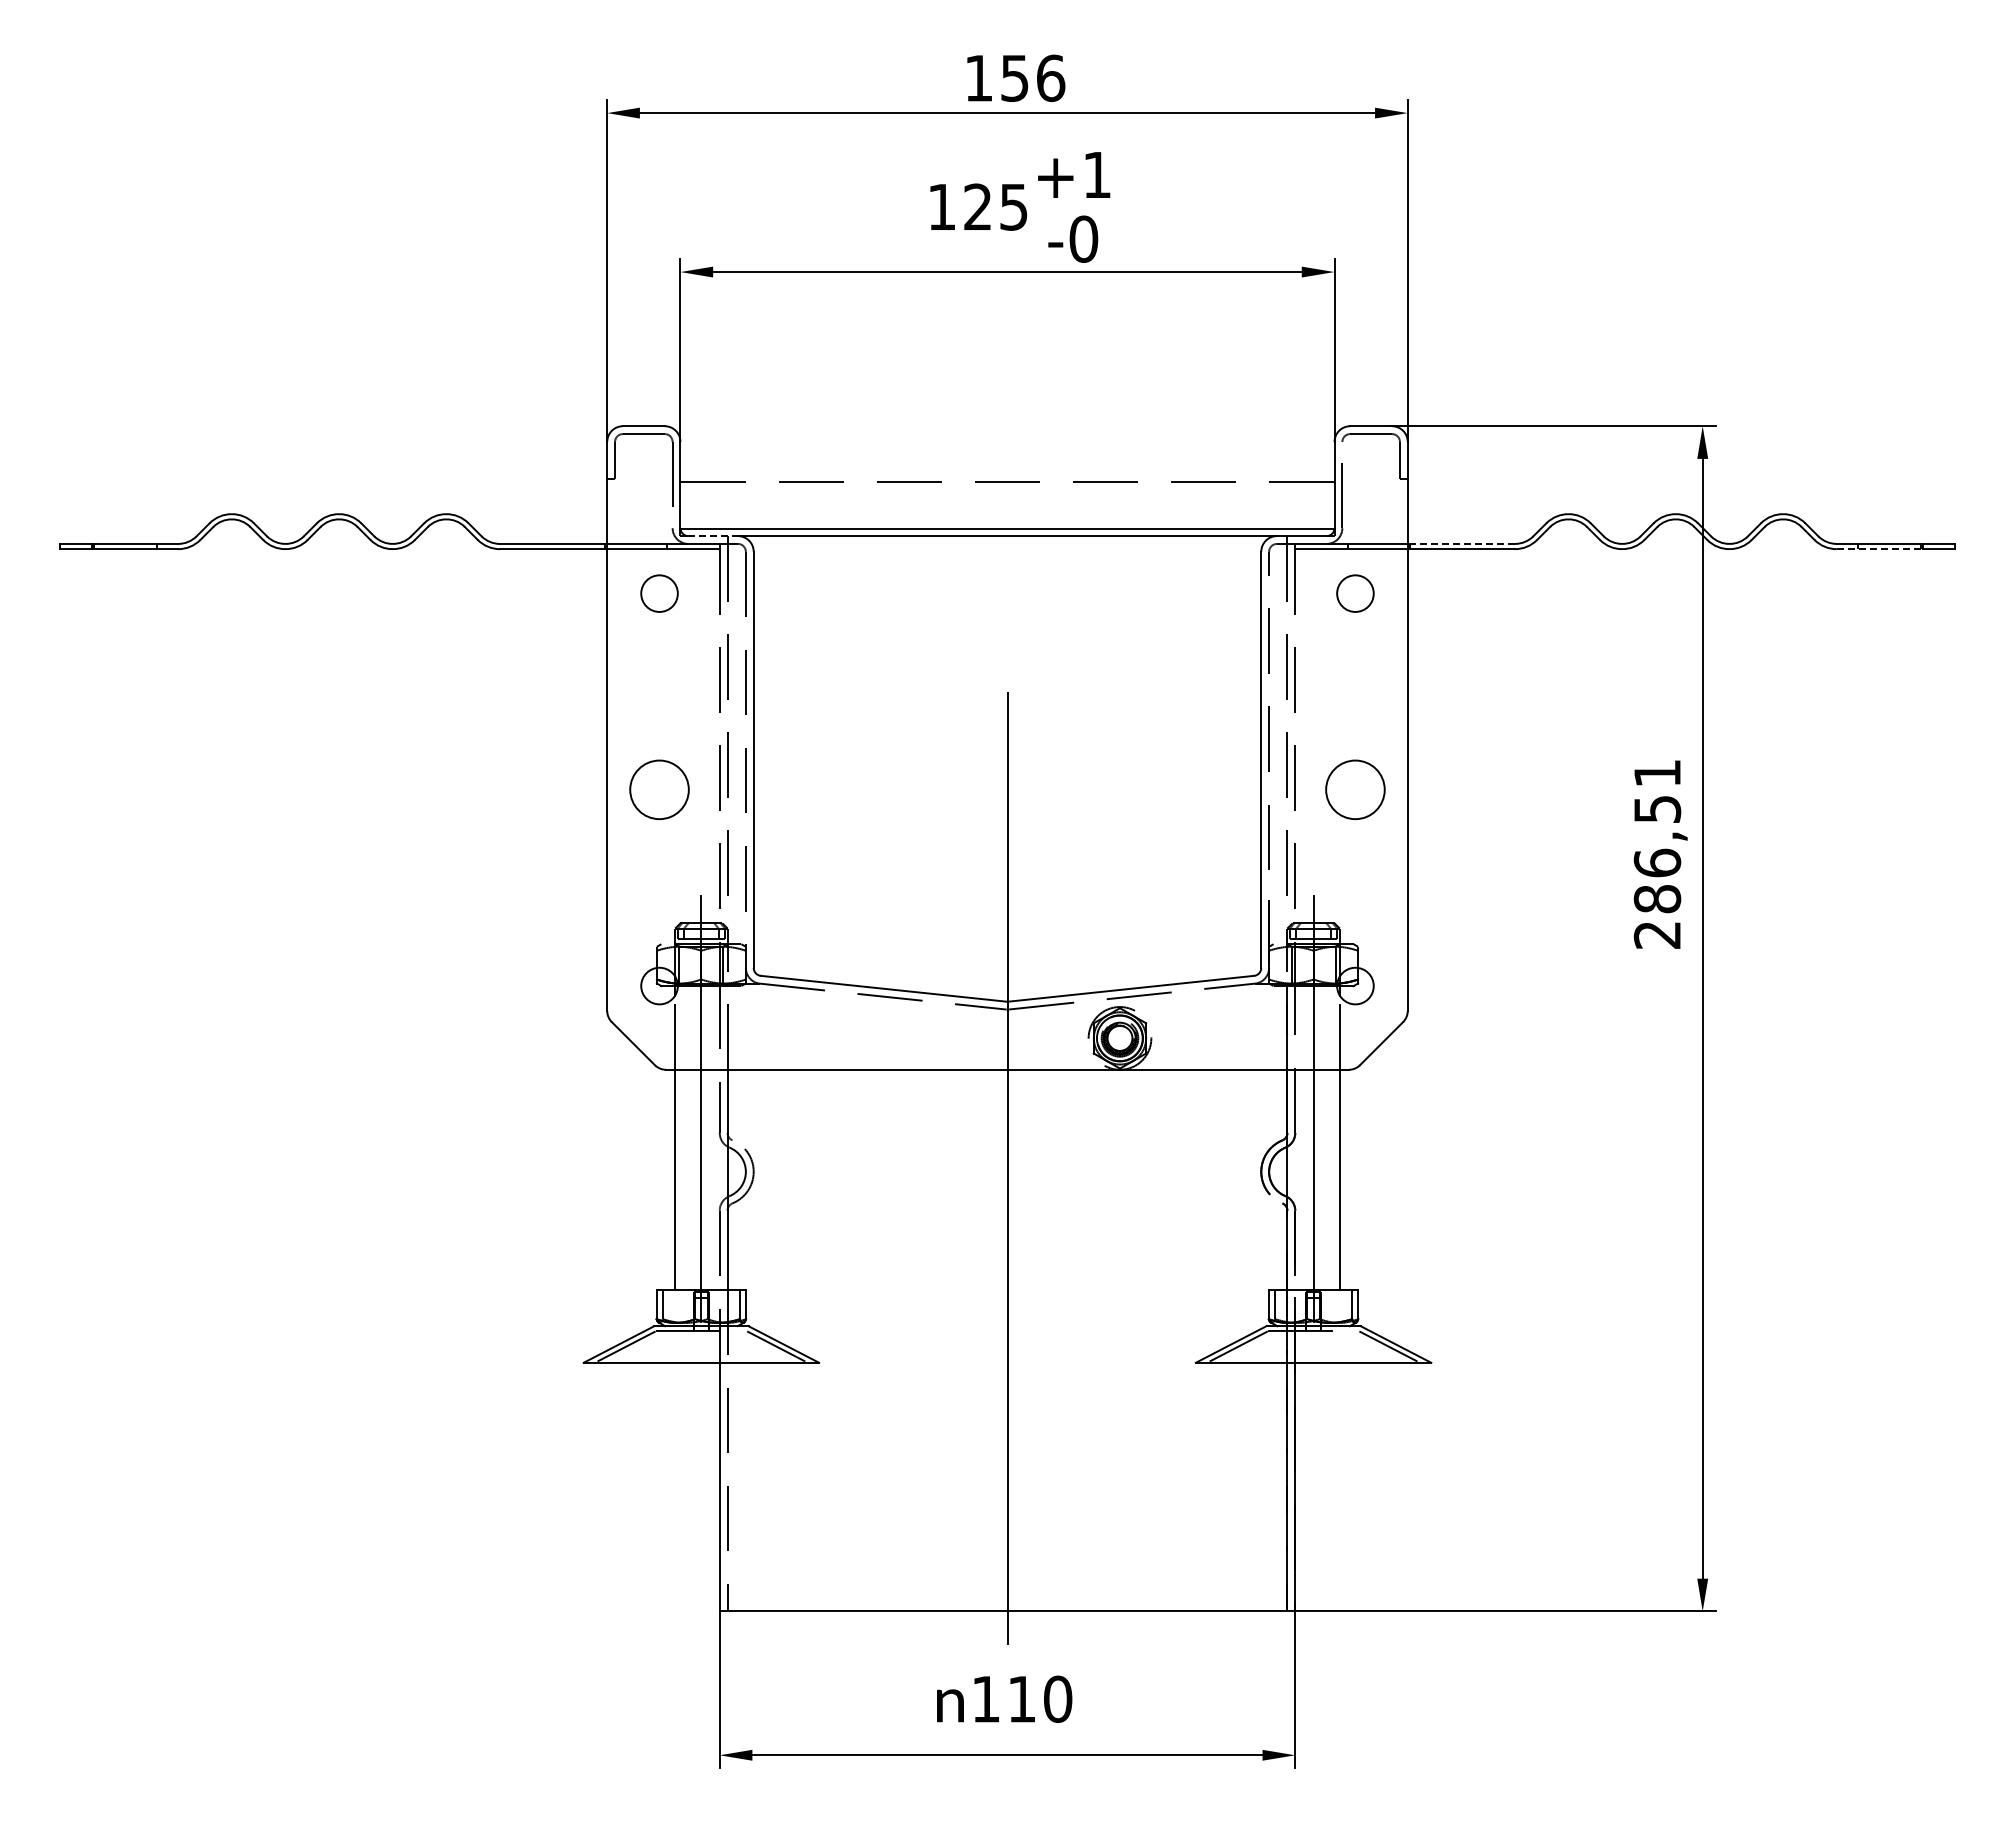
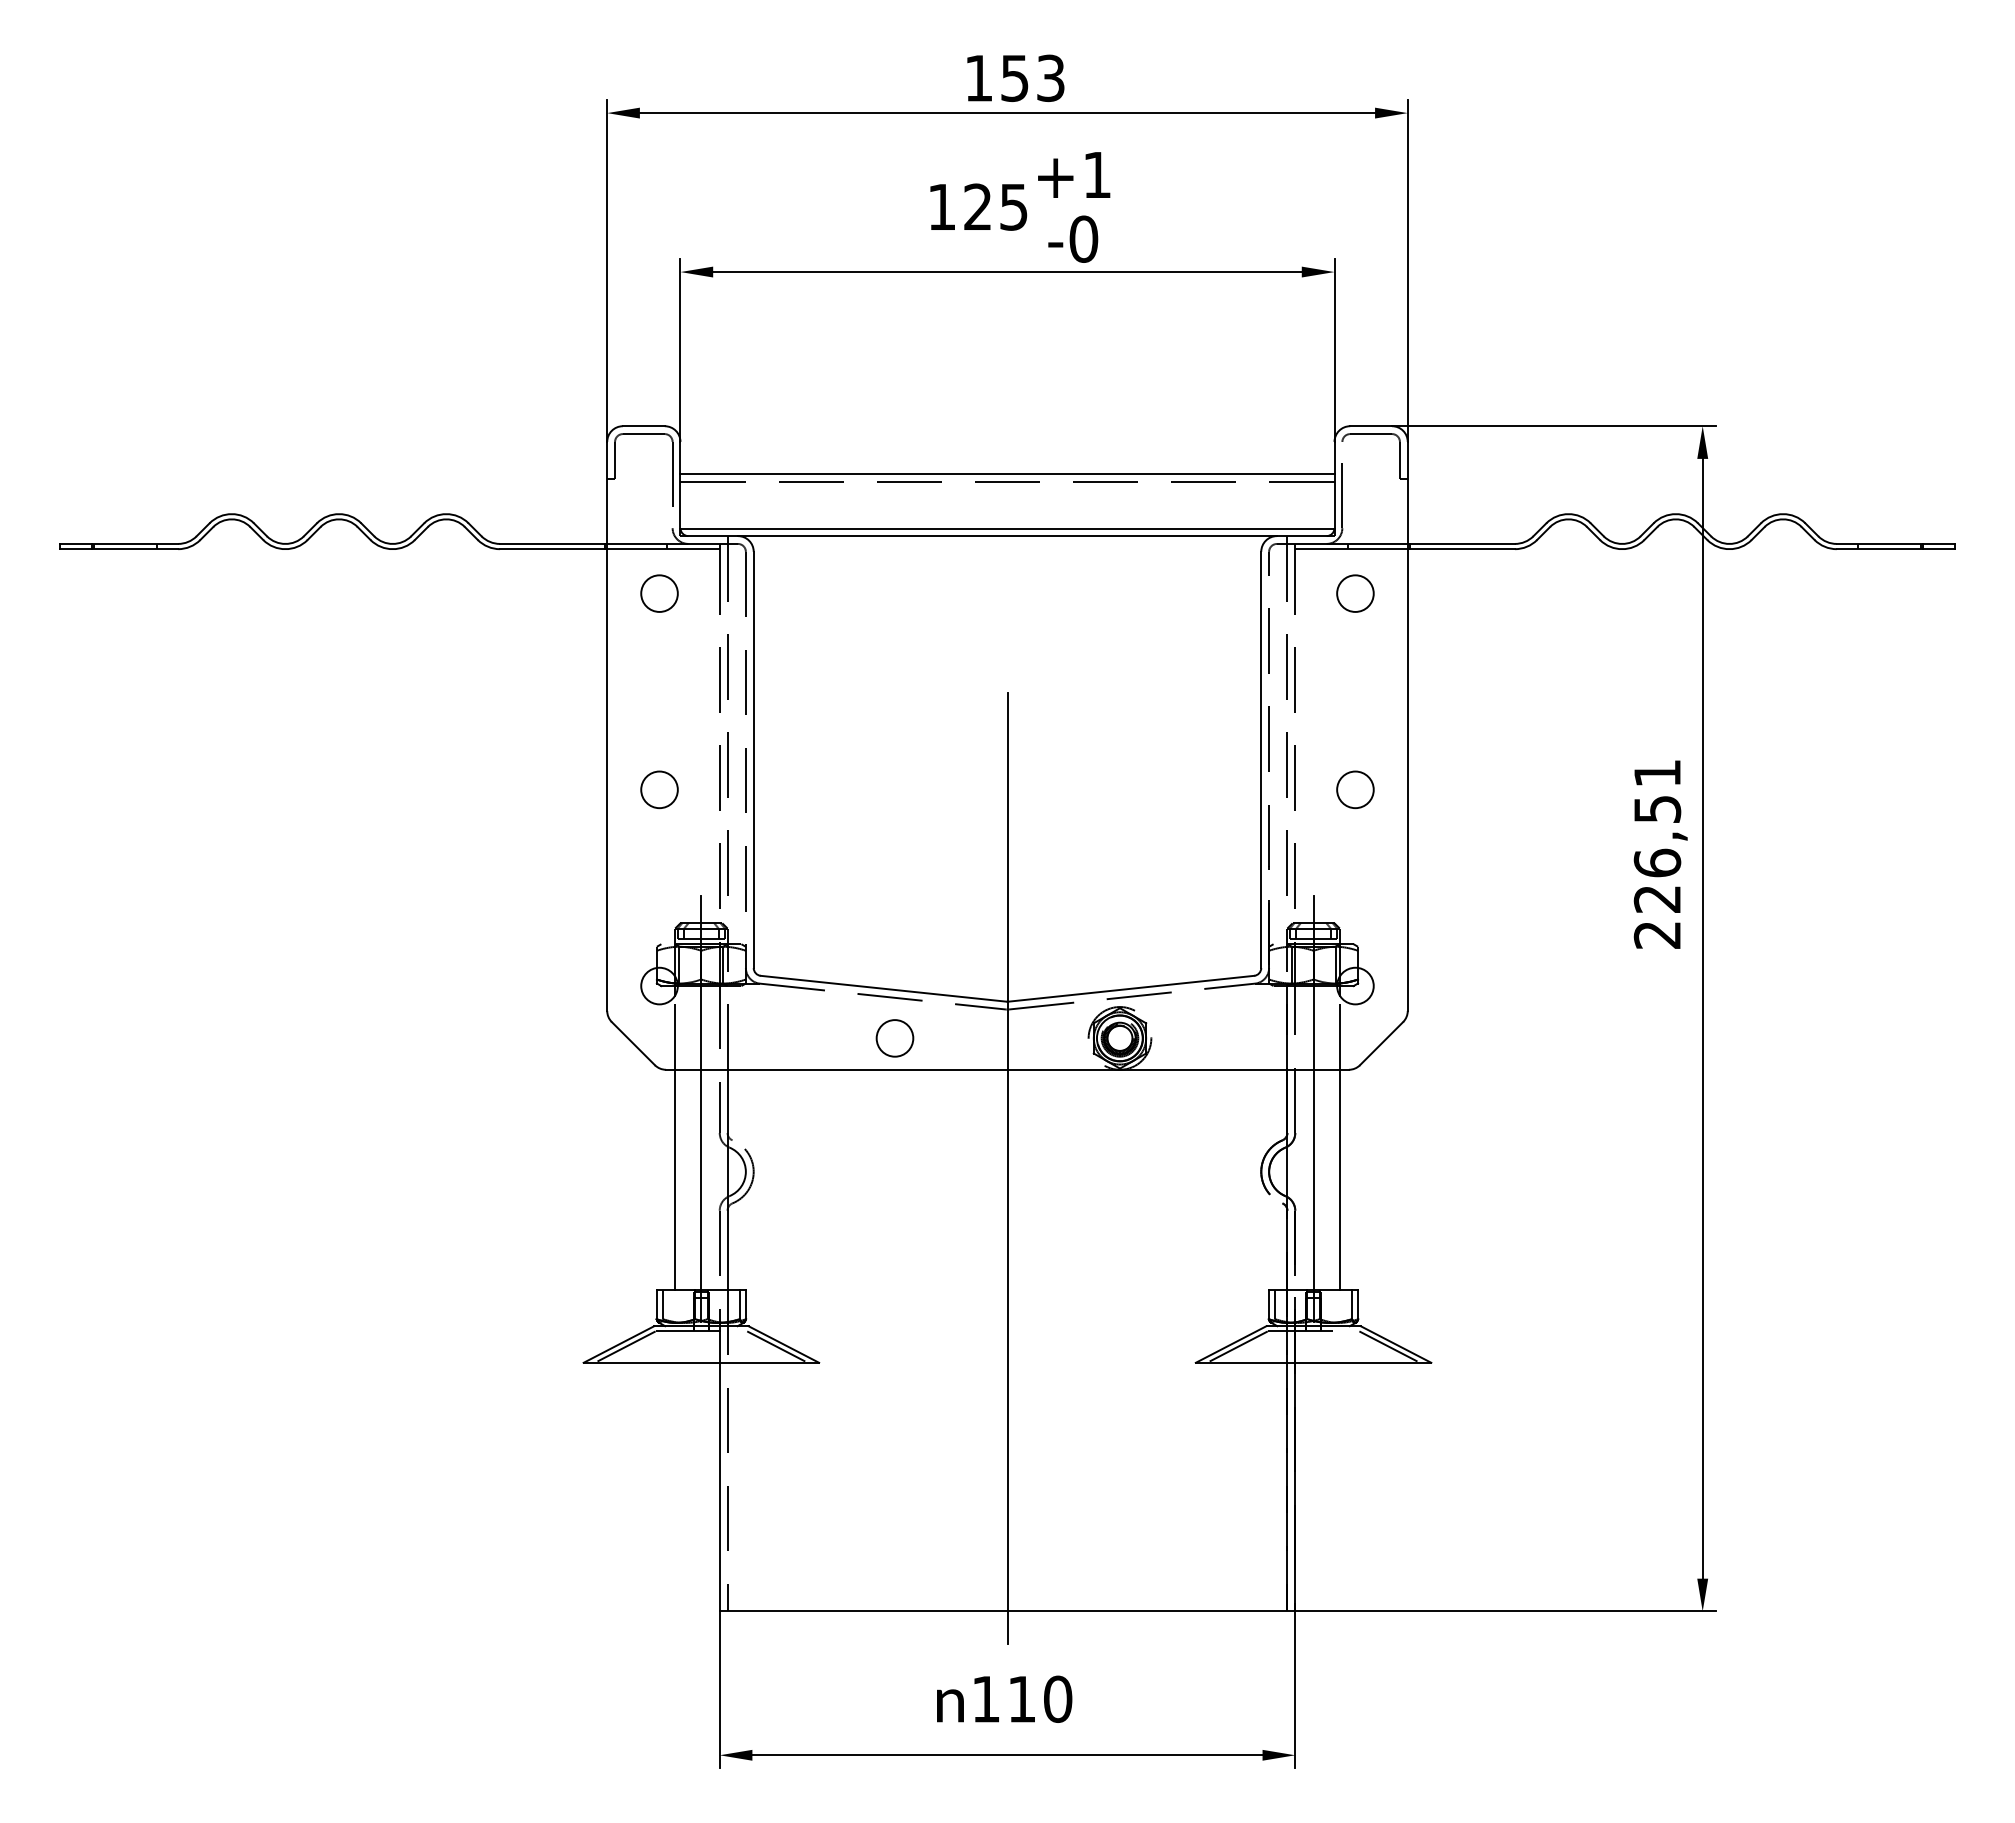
text at (1051, 78): 156 -> 153
line at (1007, 474): none -> present
line at (713, 536): dashed -> solid
line at (1462, 543): dashed -> solid
line at (1880, 549): dashed -> solid
circle at (659, 789) diameter: 59 px -> 37 px
circle at (1355, 789) diameter: 59 px -> 37 px
text at (1657, 899): 286,51 -> 226,51
circle at (894, 1038): none -> present
